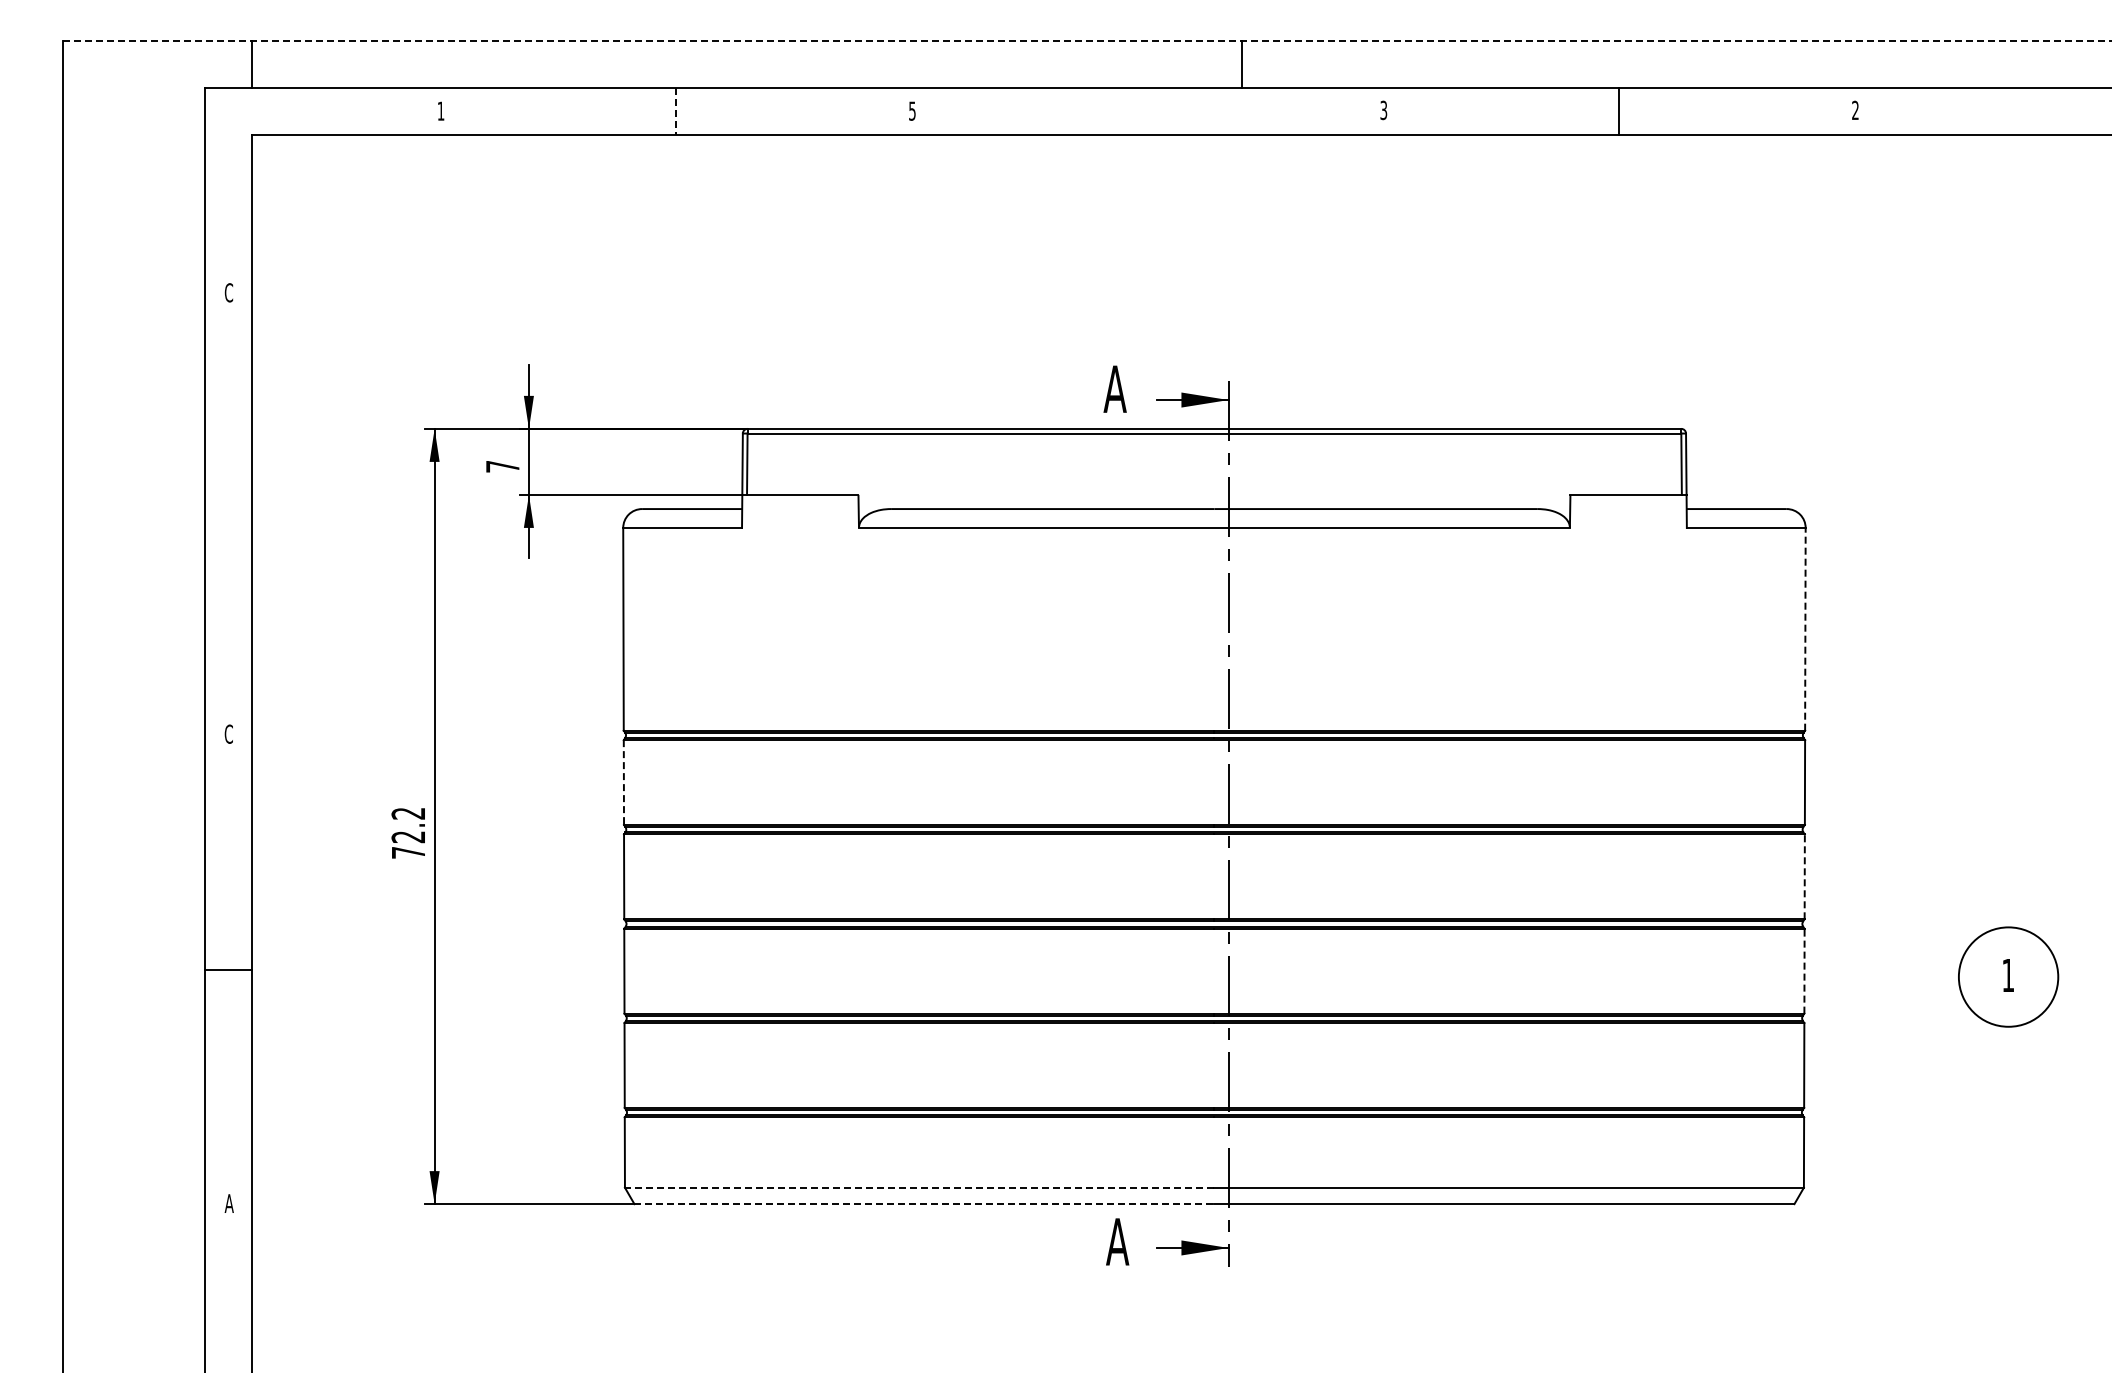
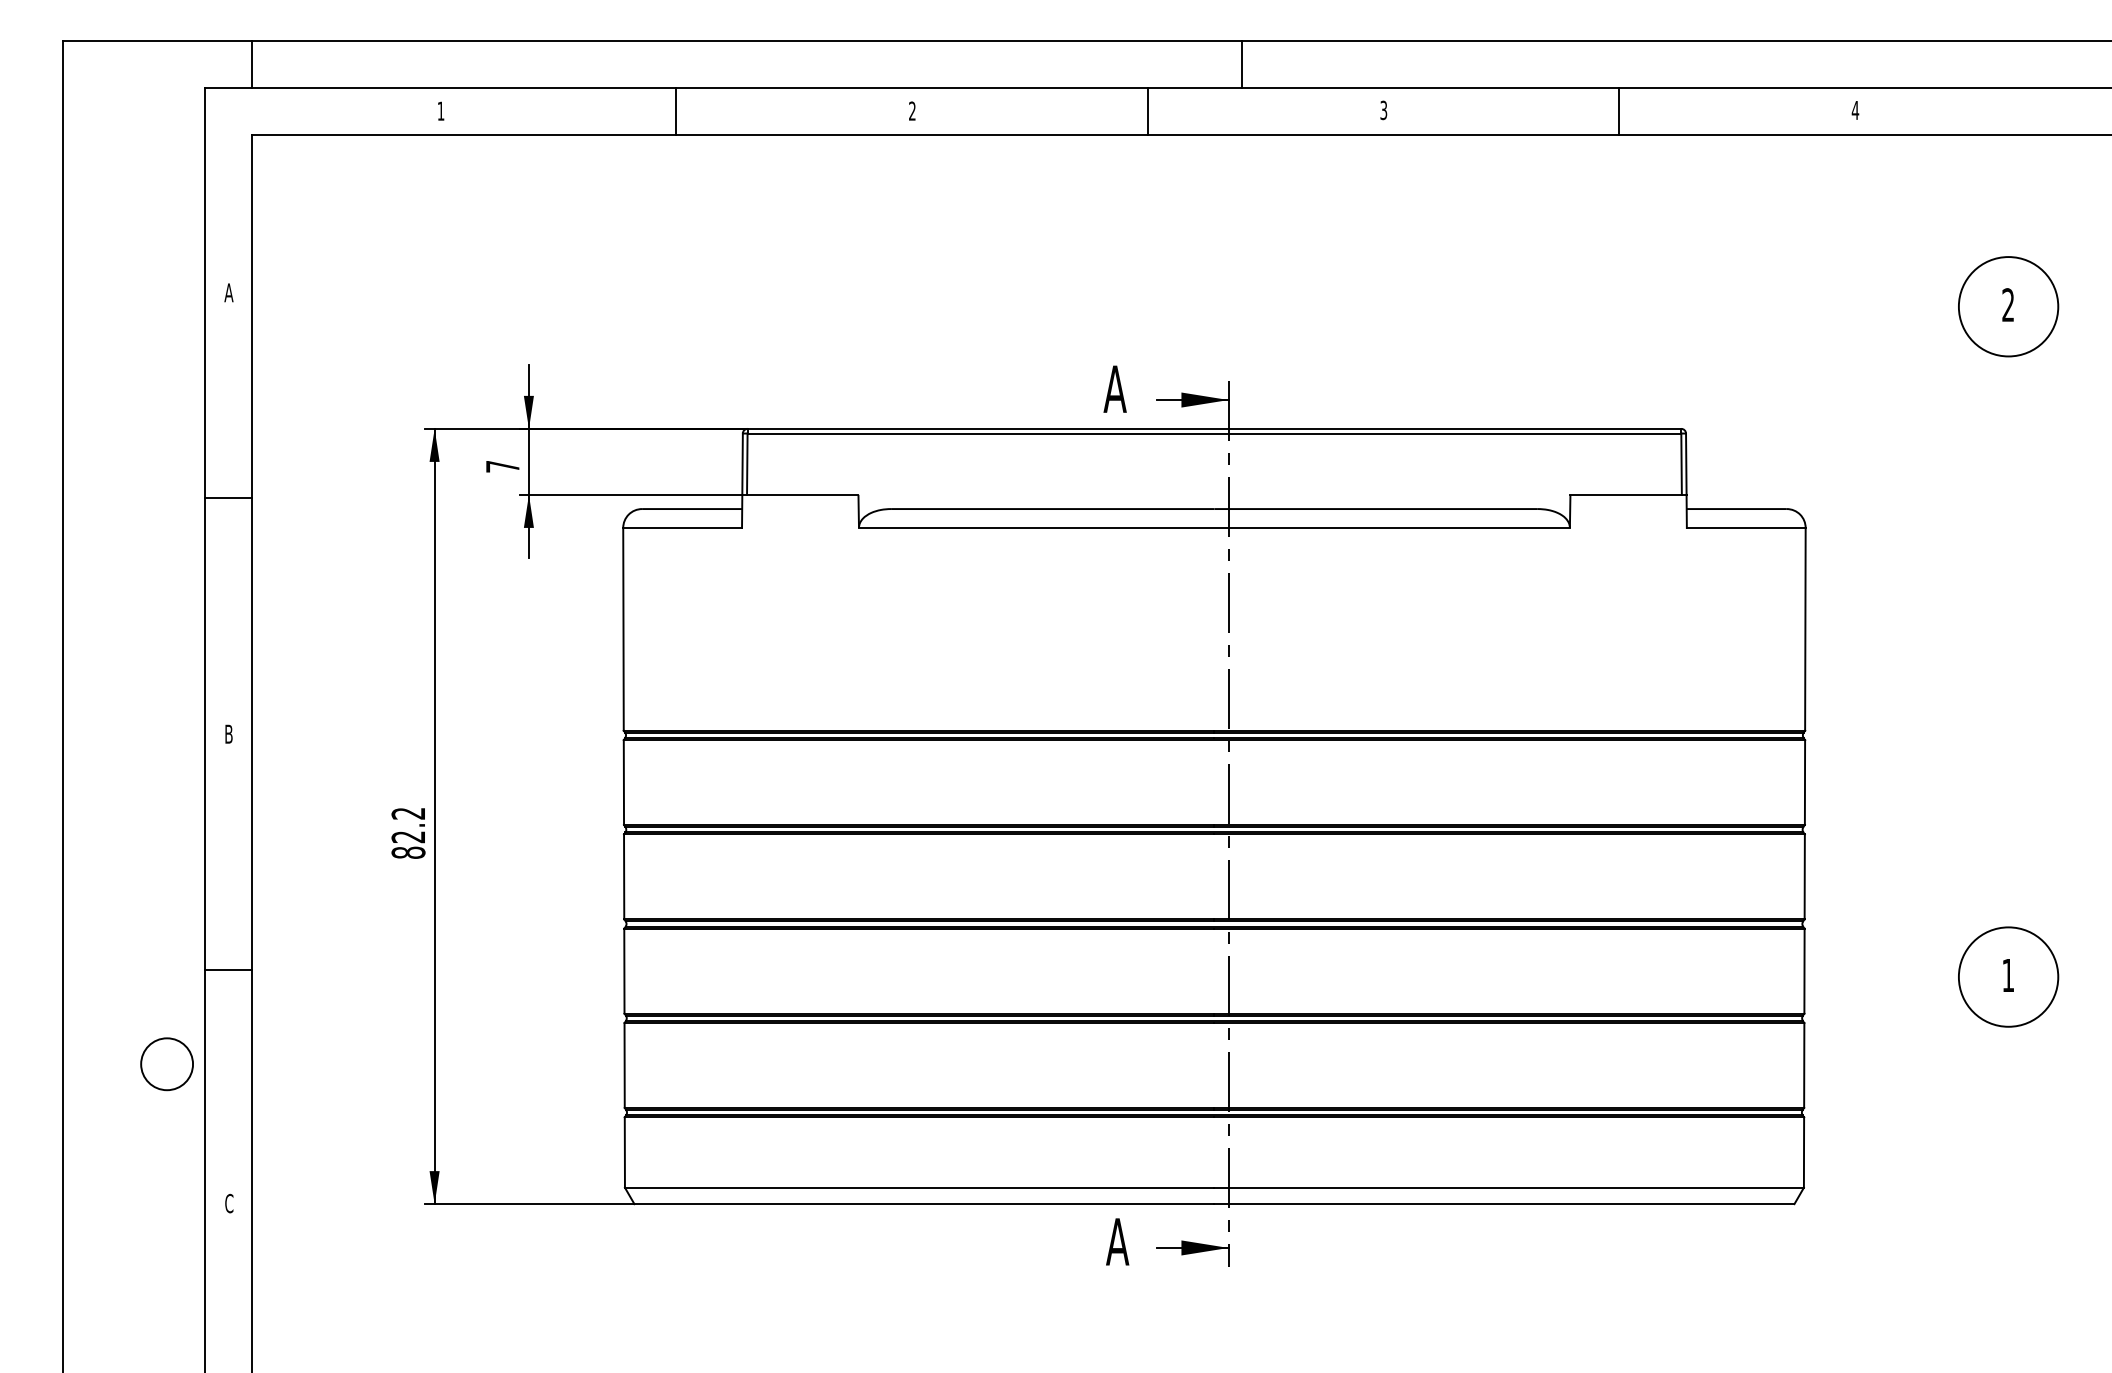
line at (1088, 41): dashed -> solid
text at (1855, 109): 2 -> 4
text at (912, 110): 5 -> 2
line at (676, 111): dashed -> solid
line at (1147, 111): none -> present
text at (228, 292): C -> A
part at (2008, 306): none -> present
line at (227, 498): none -> present
line at (1805, 628): dashed -> solid
text at (228, 733): C -> B
line at (623, 783): dashed -> solid
text at (408, 852): 72.2 -> 82.2
line at (1804, 876): dashed -> solid
line at (1804, 970): dashed -> solid
circle at (166, 1064): none -> present
line at (919, 1187): dashed -> solid
text at (228, 1203): A -> C
line at (924, 1204): dashed -> solid
